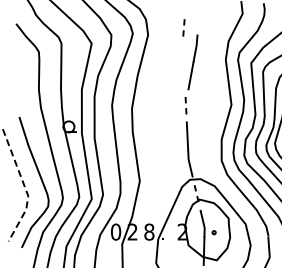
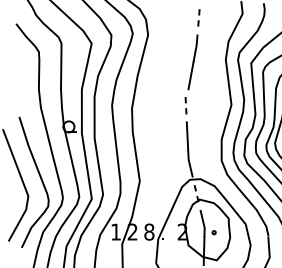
line at (183, 25) position: (183, 25) -> (198, 15)
line at (25, 187): dashed -> solid
text at (116, 231): 0 -> 1
